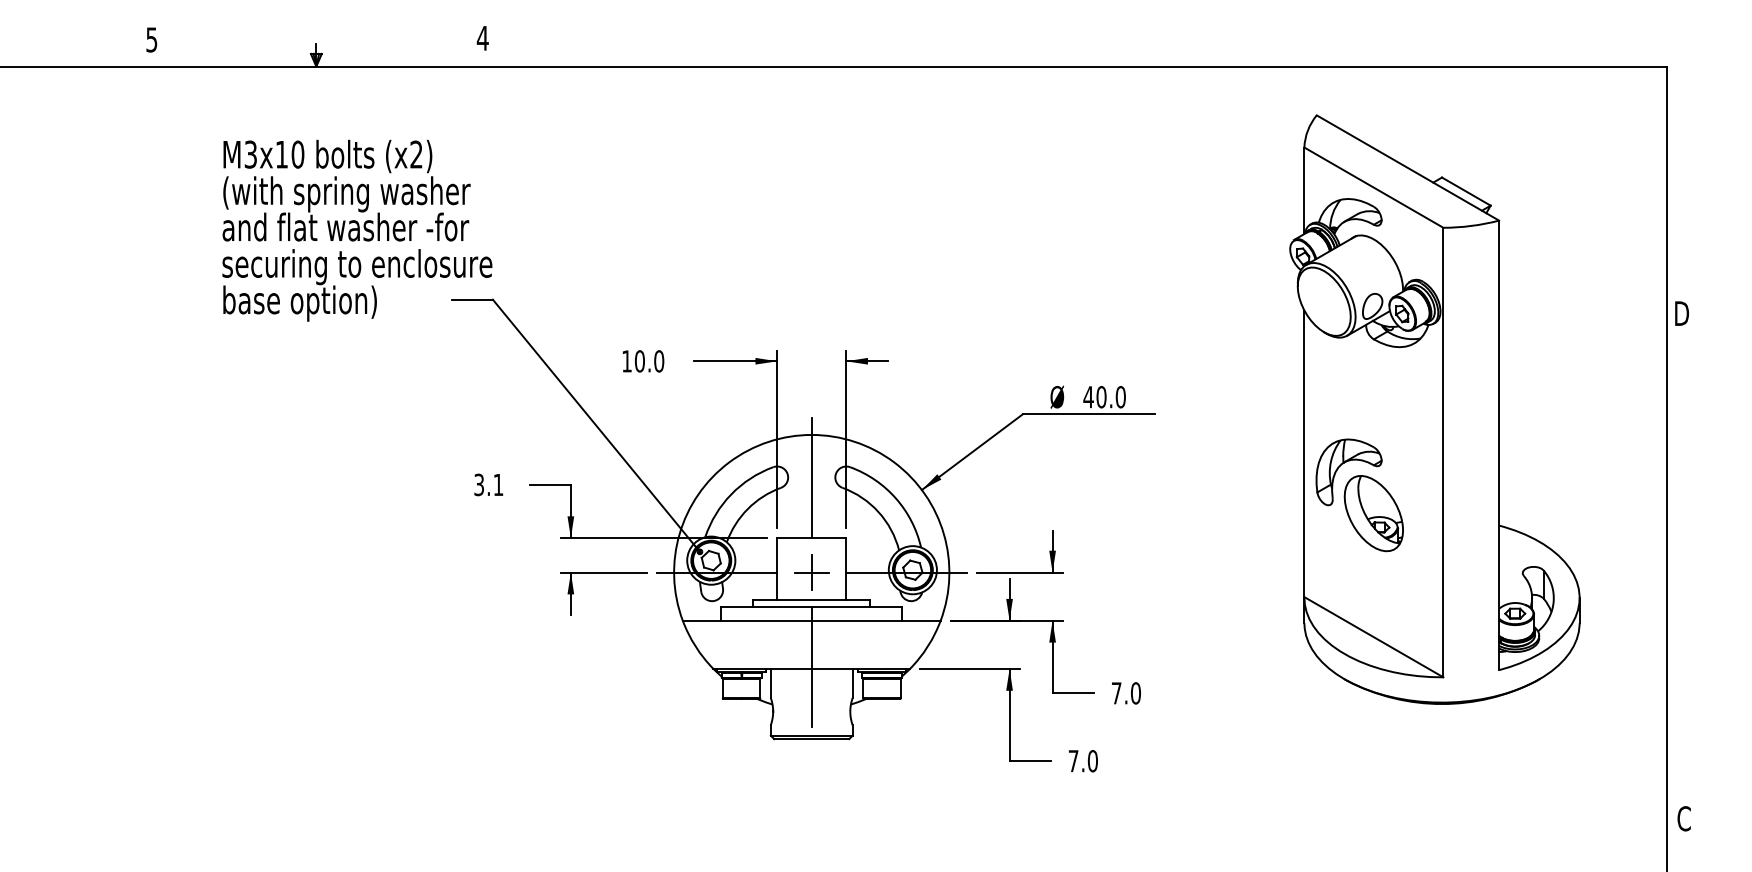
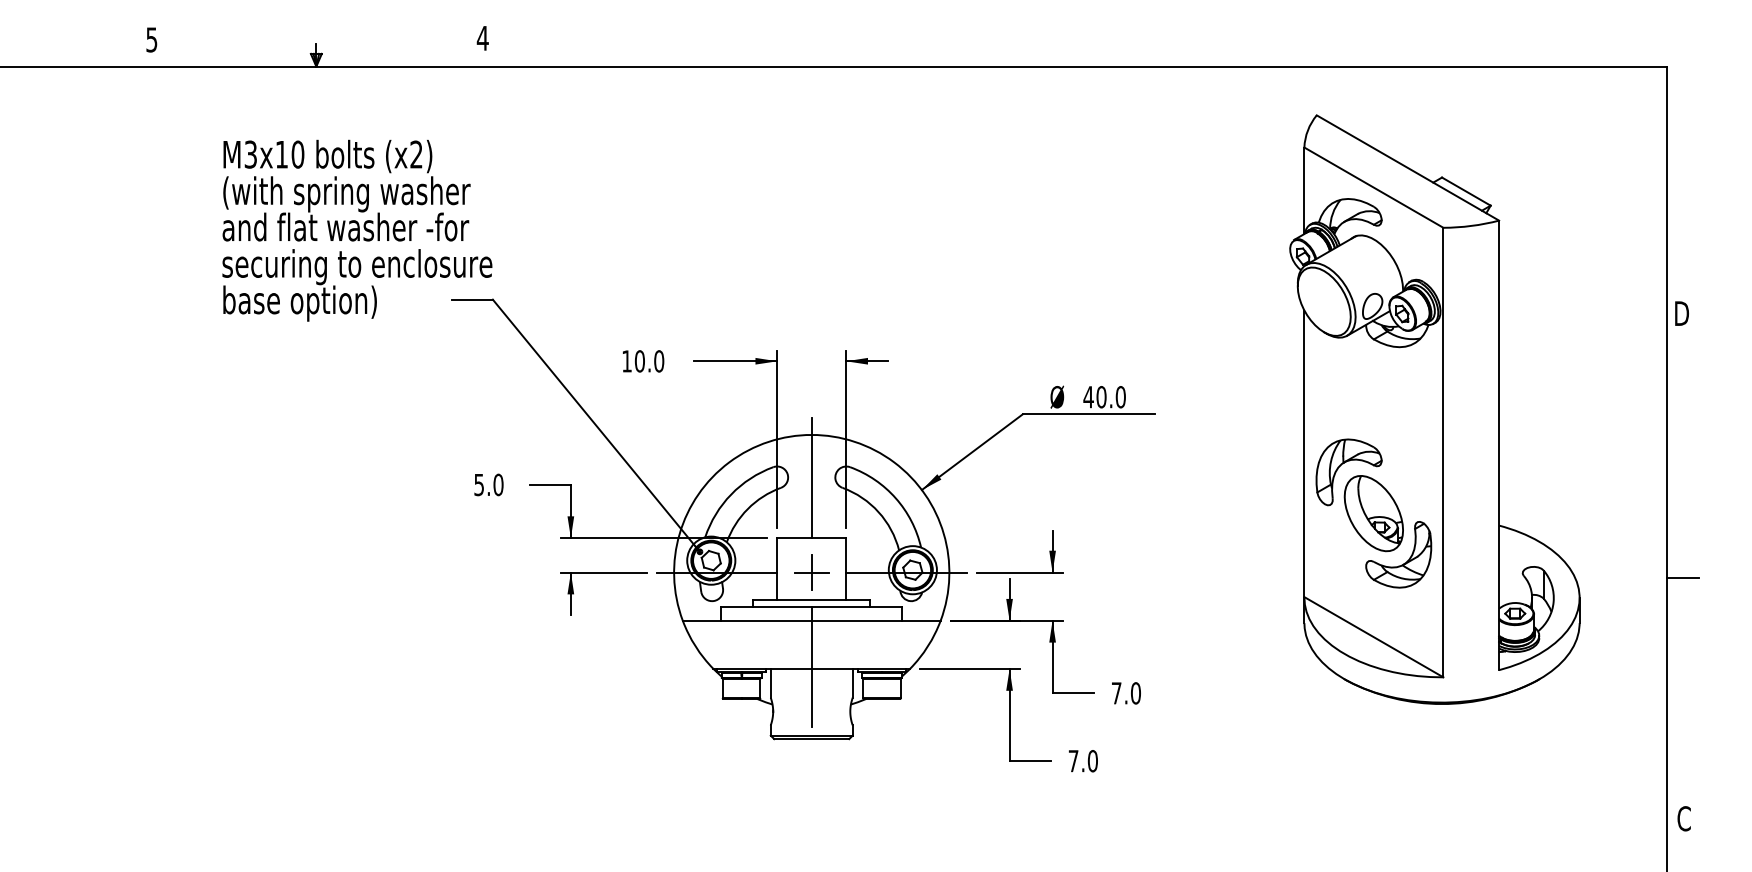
text at (488, 484): 3.1 -> 5.0
part at (1404, 562): none -> present
line at (1682, 577): none -> present
